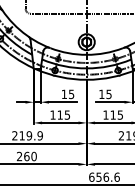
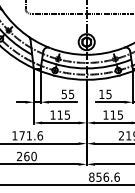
text at (63, 94): 15 -> 55
text at (27, 135): 219.9 -> 171.6
text at (91, 176): 656.6 -> 856.6
